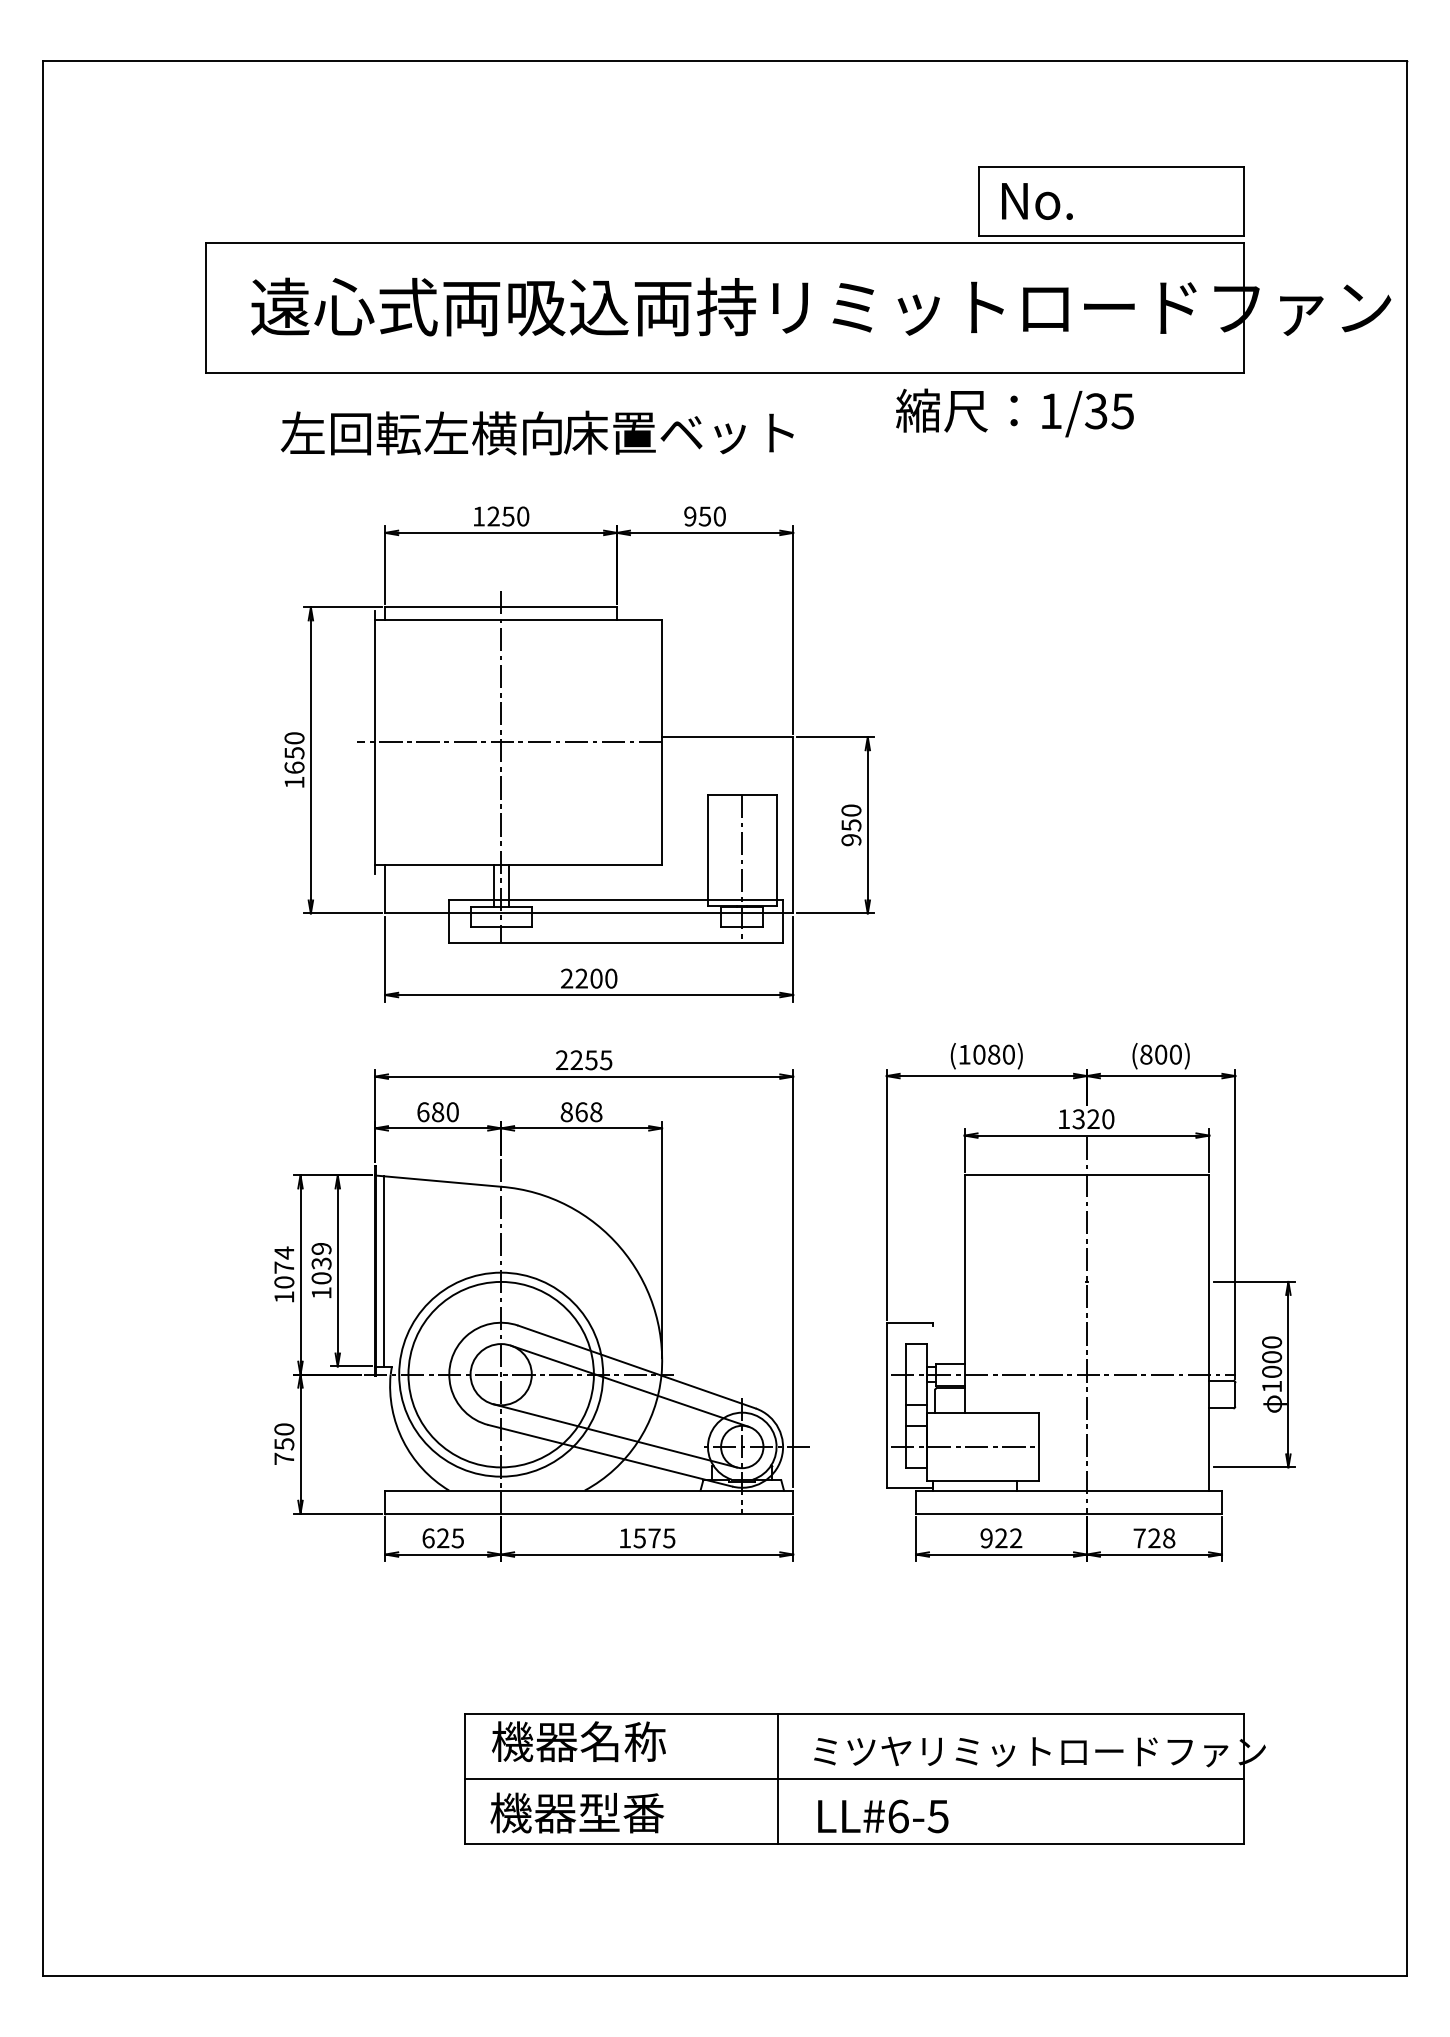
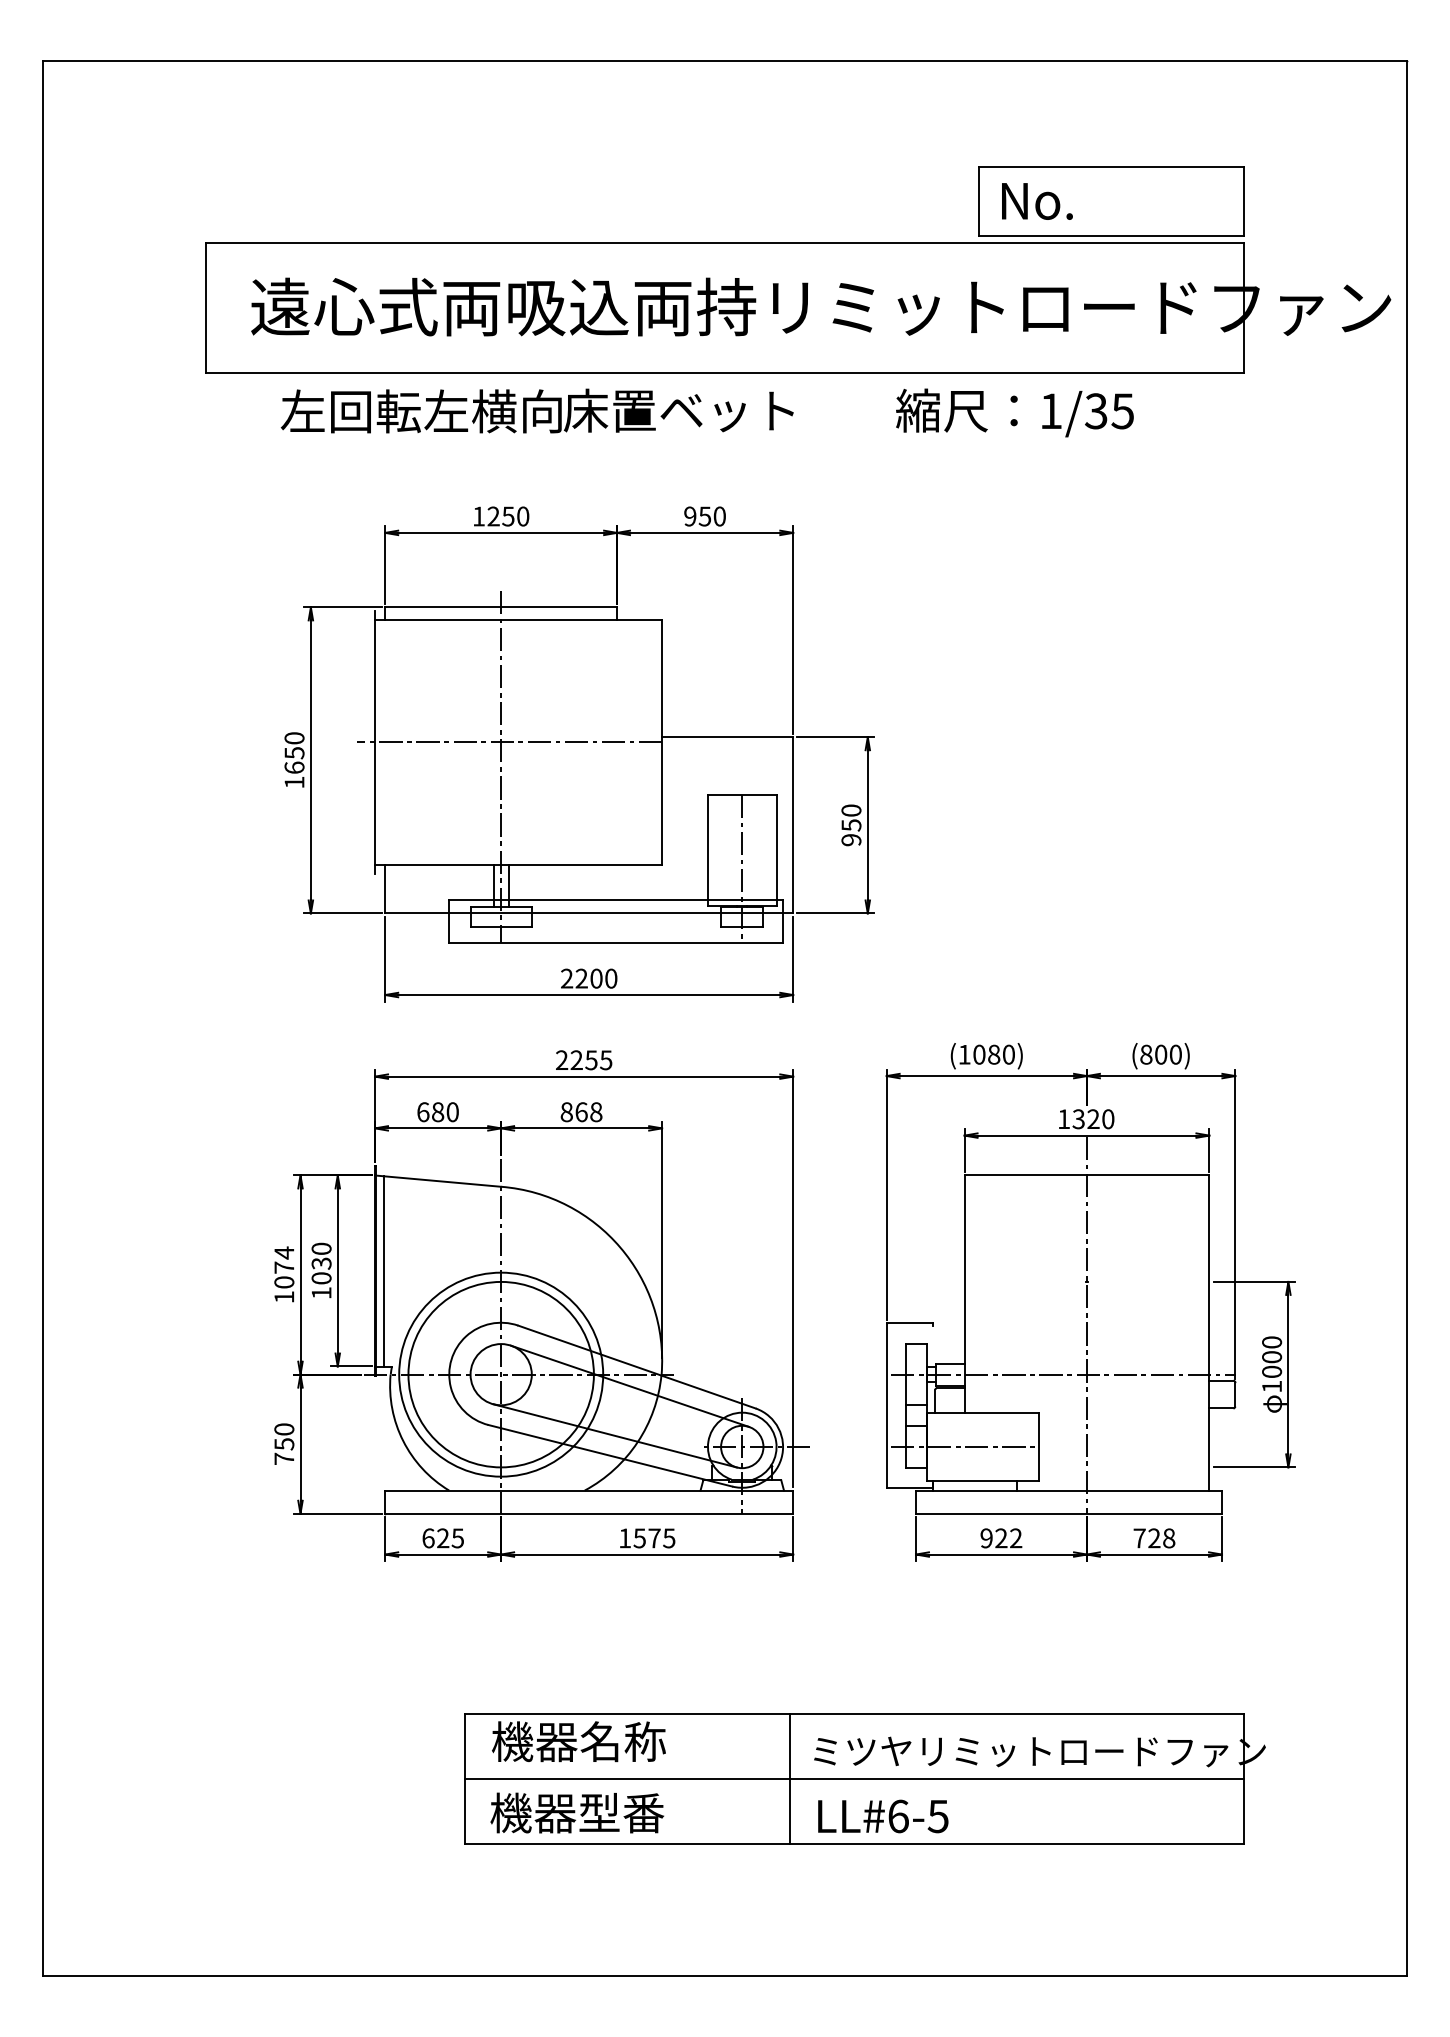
text at (536, 432) position: (536, 432) -> (536, 410)
text at (321, 1248): 1039 -> 1030
line at (777, 1778) position: (777, 1778) -> (789, 1778)
